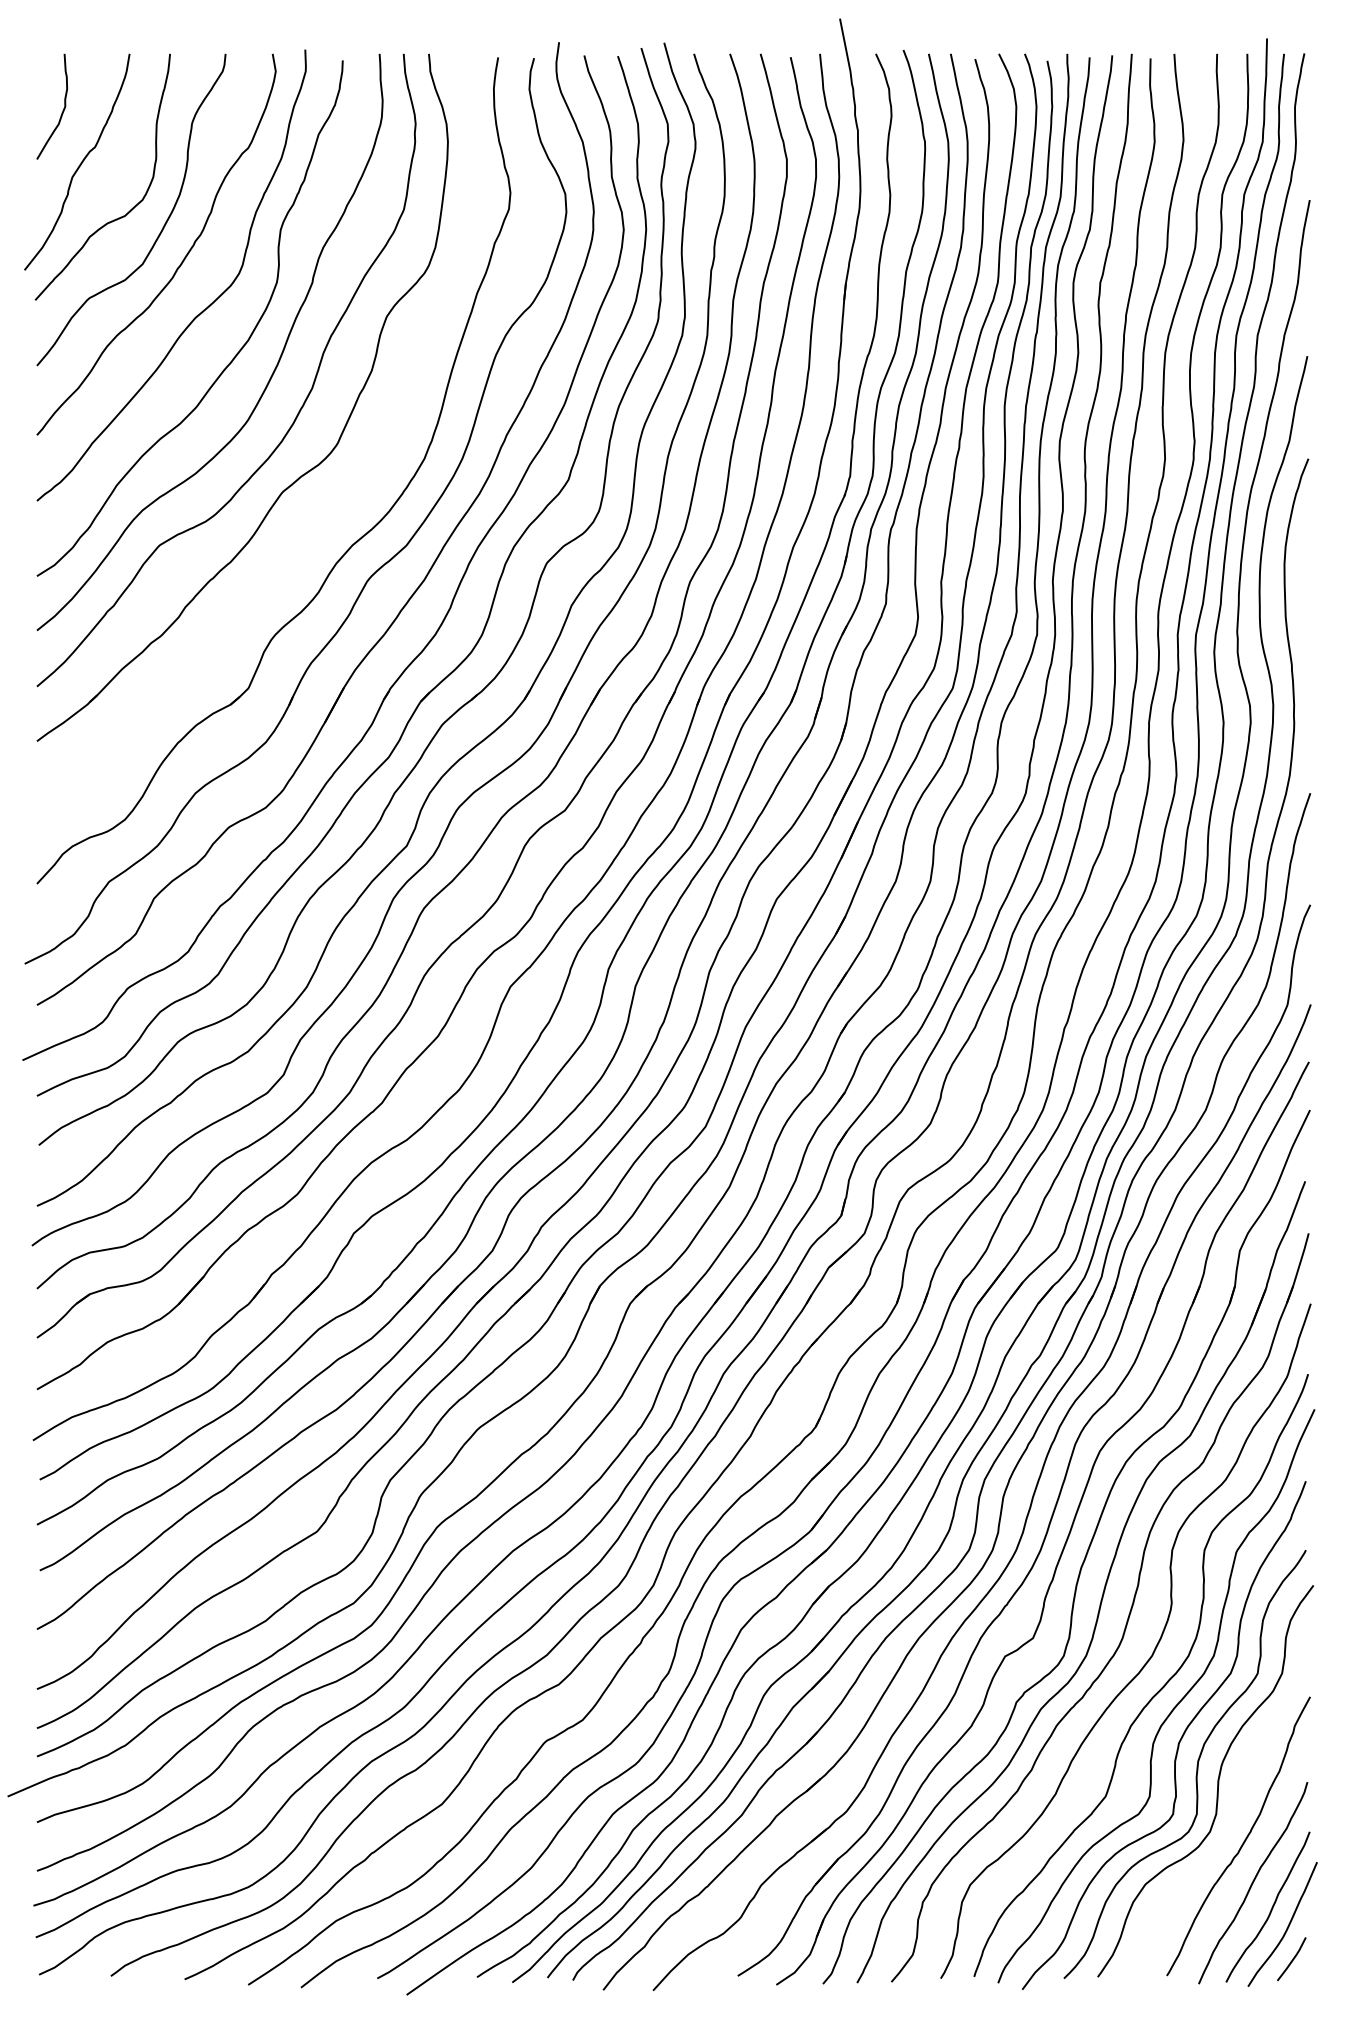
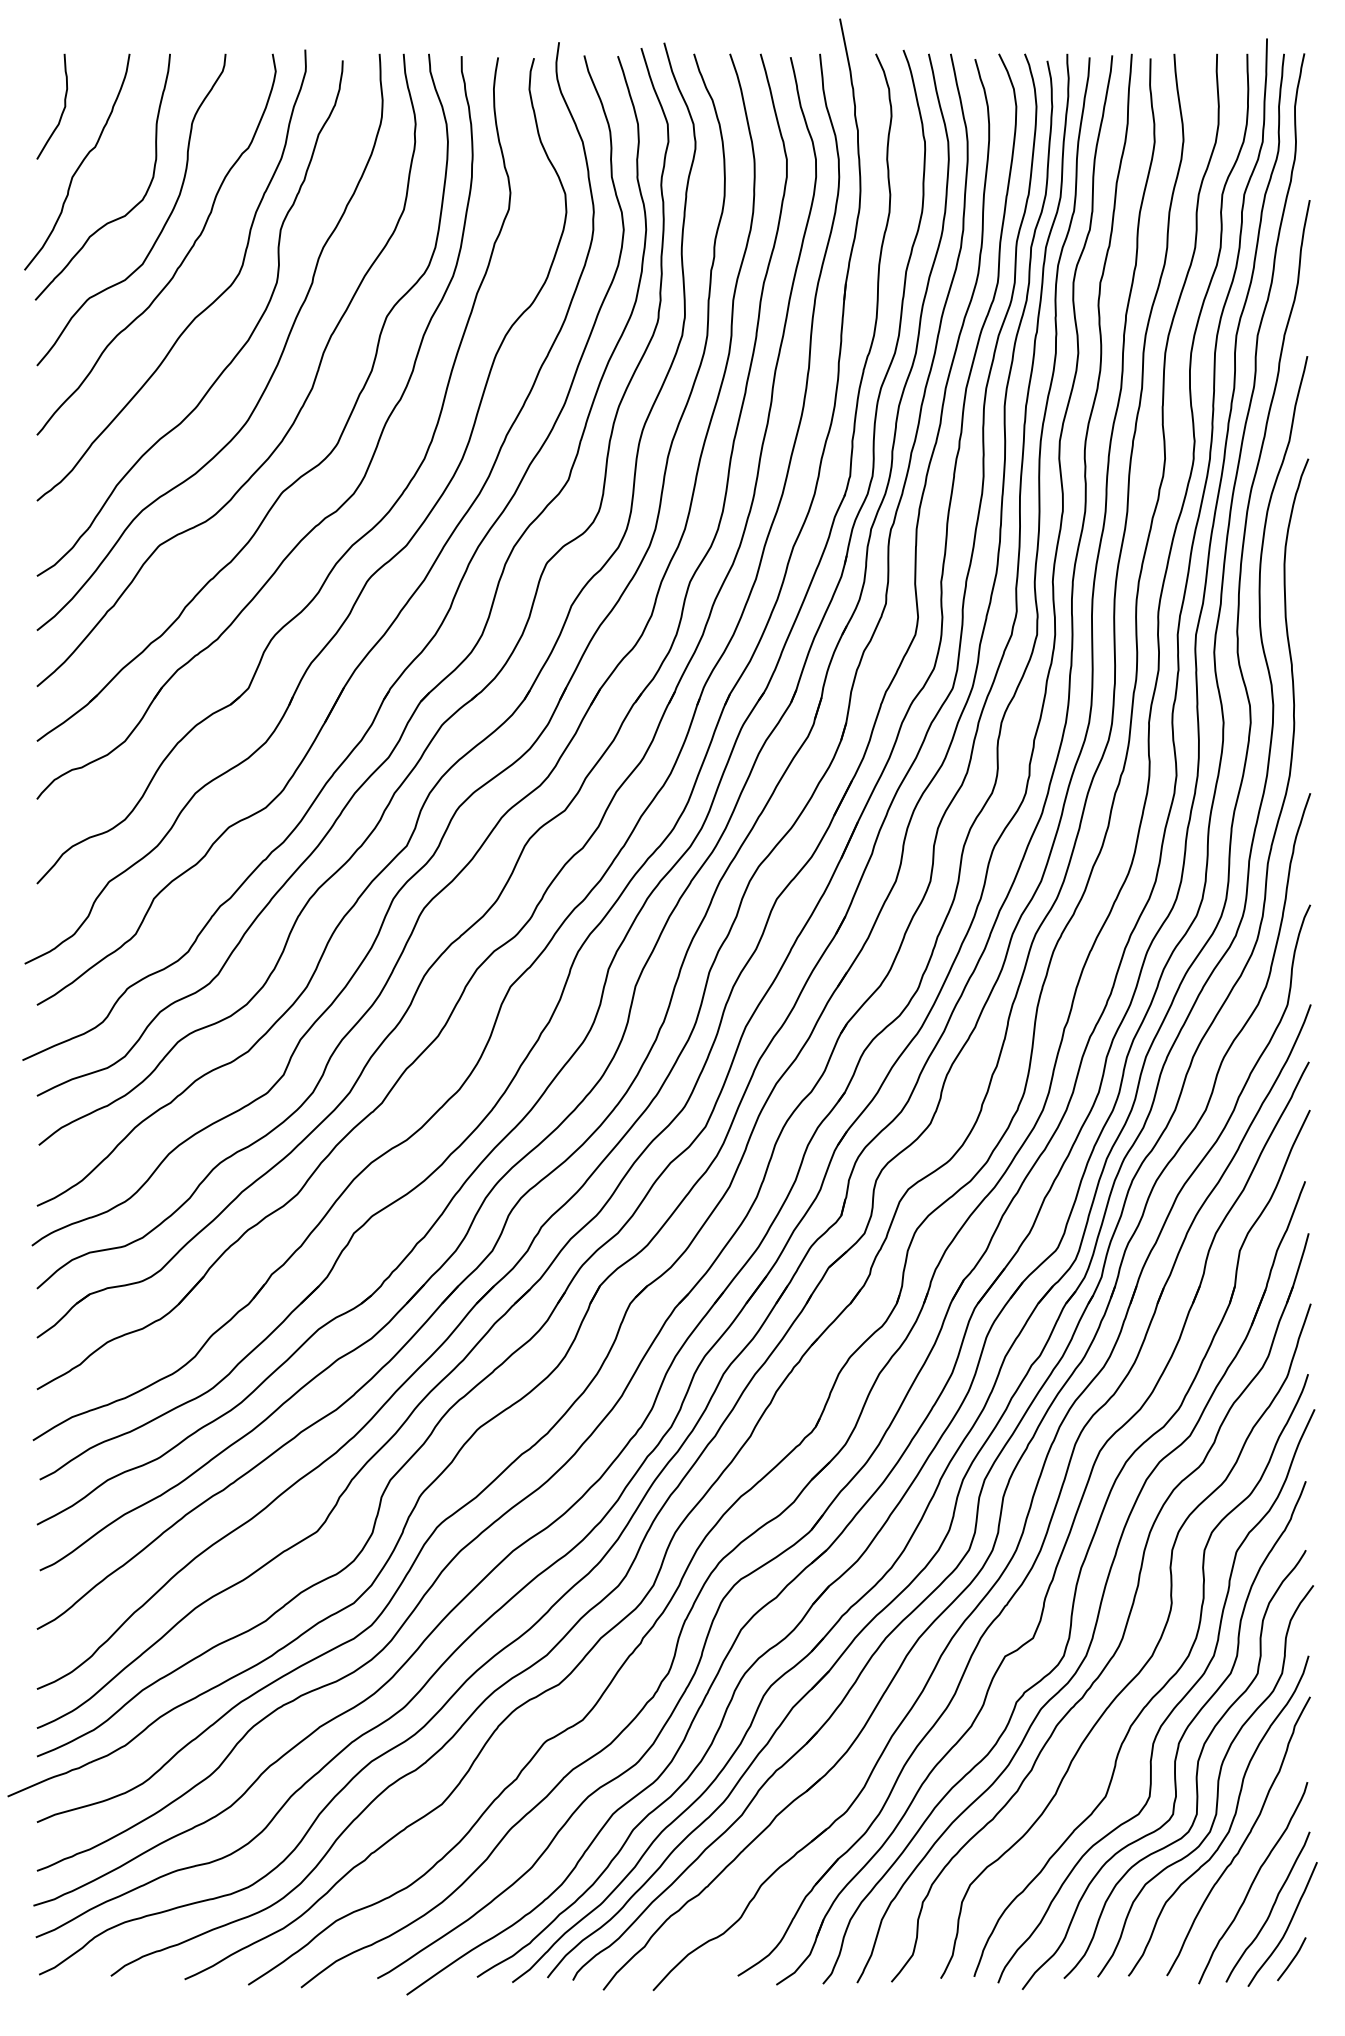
part at (325, 516): none -> present
curve at (1232, 1818): none -> present
